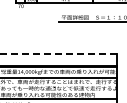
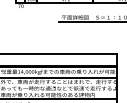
line at (59, 53): dashed -> solid
